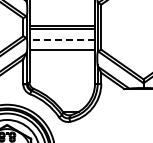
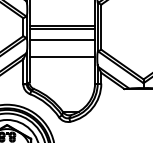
line at (62, 39): dashed -> solid
line at (62, 50) position: (62, 50) -> (62, 57)
